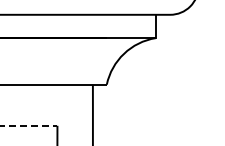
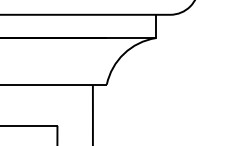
line at (29, 125): dashed -> solid
